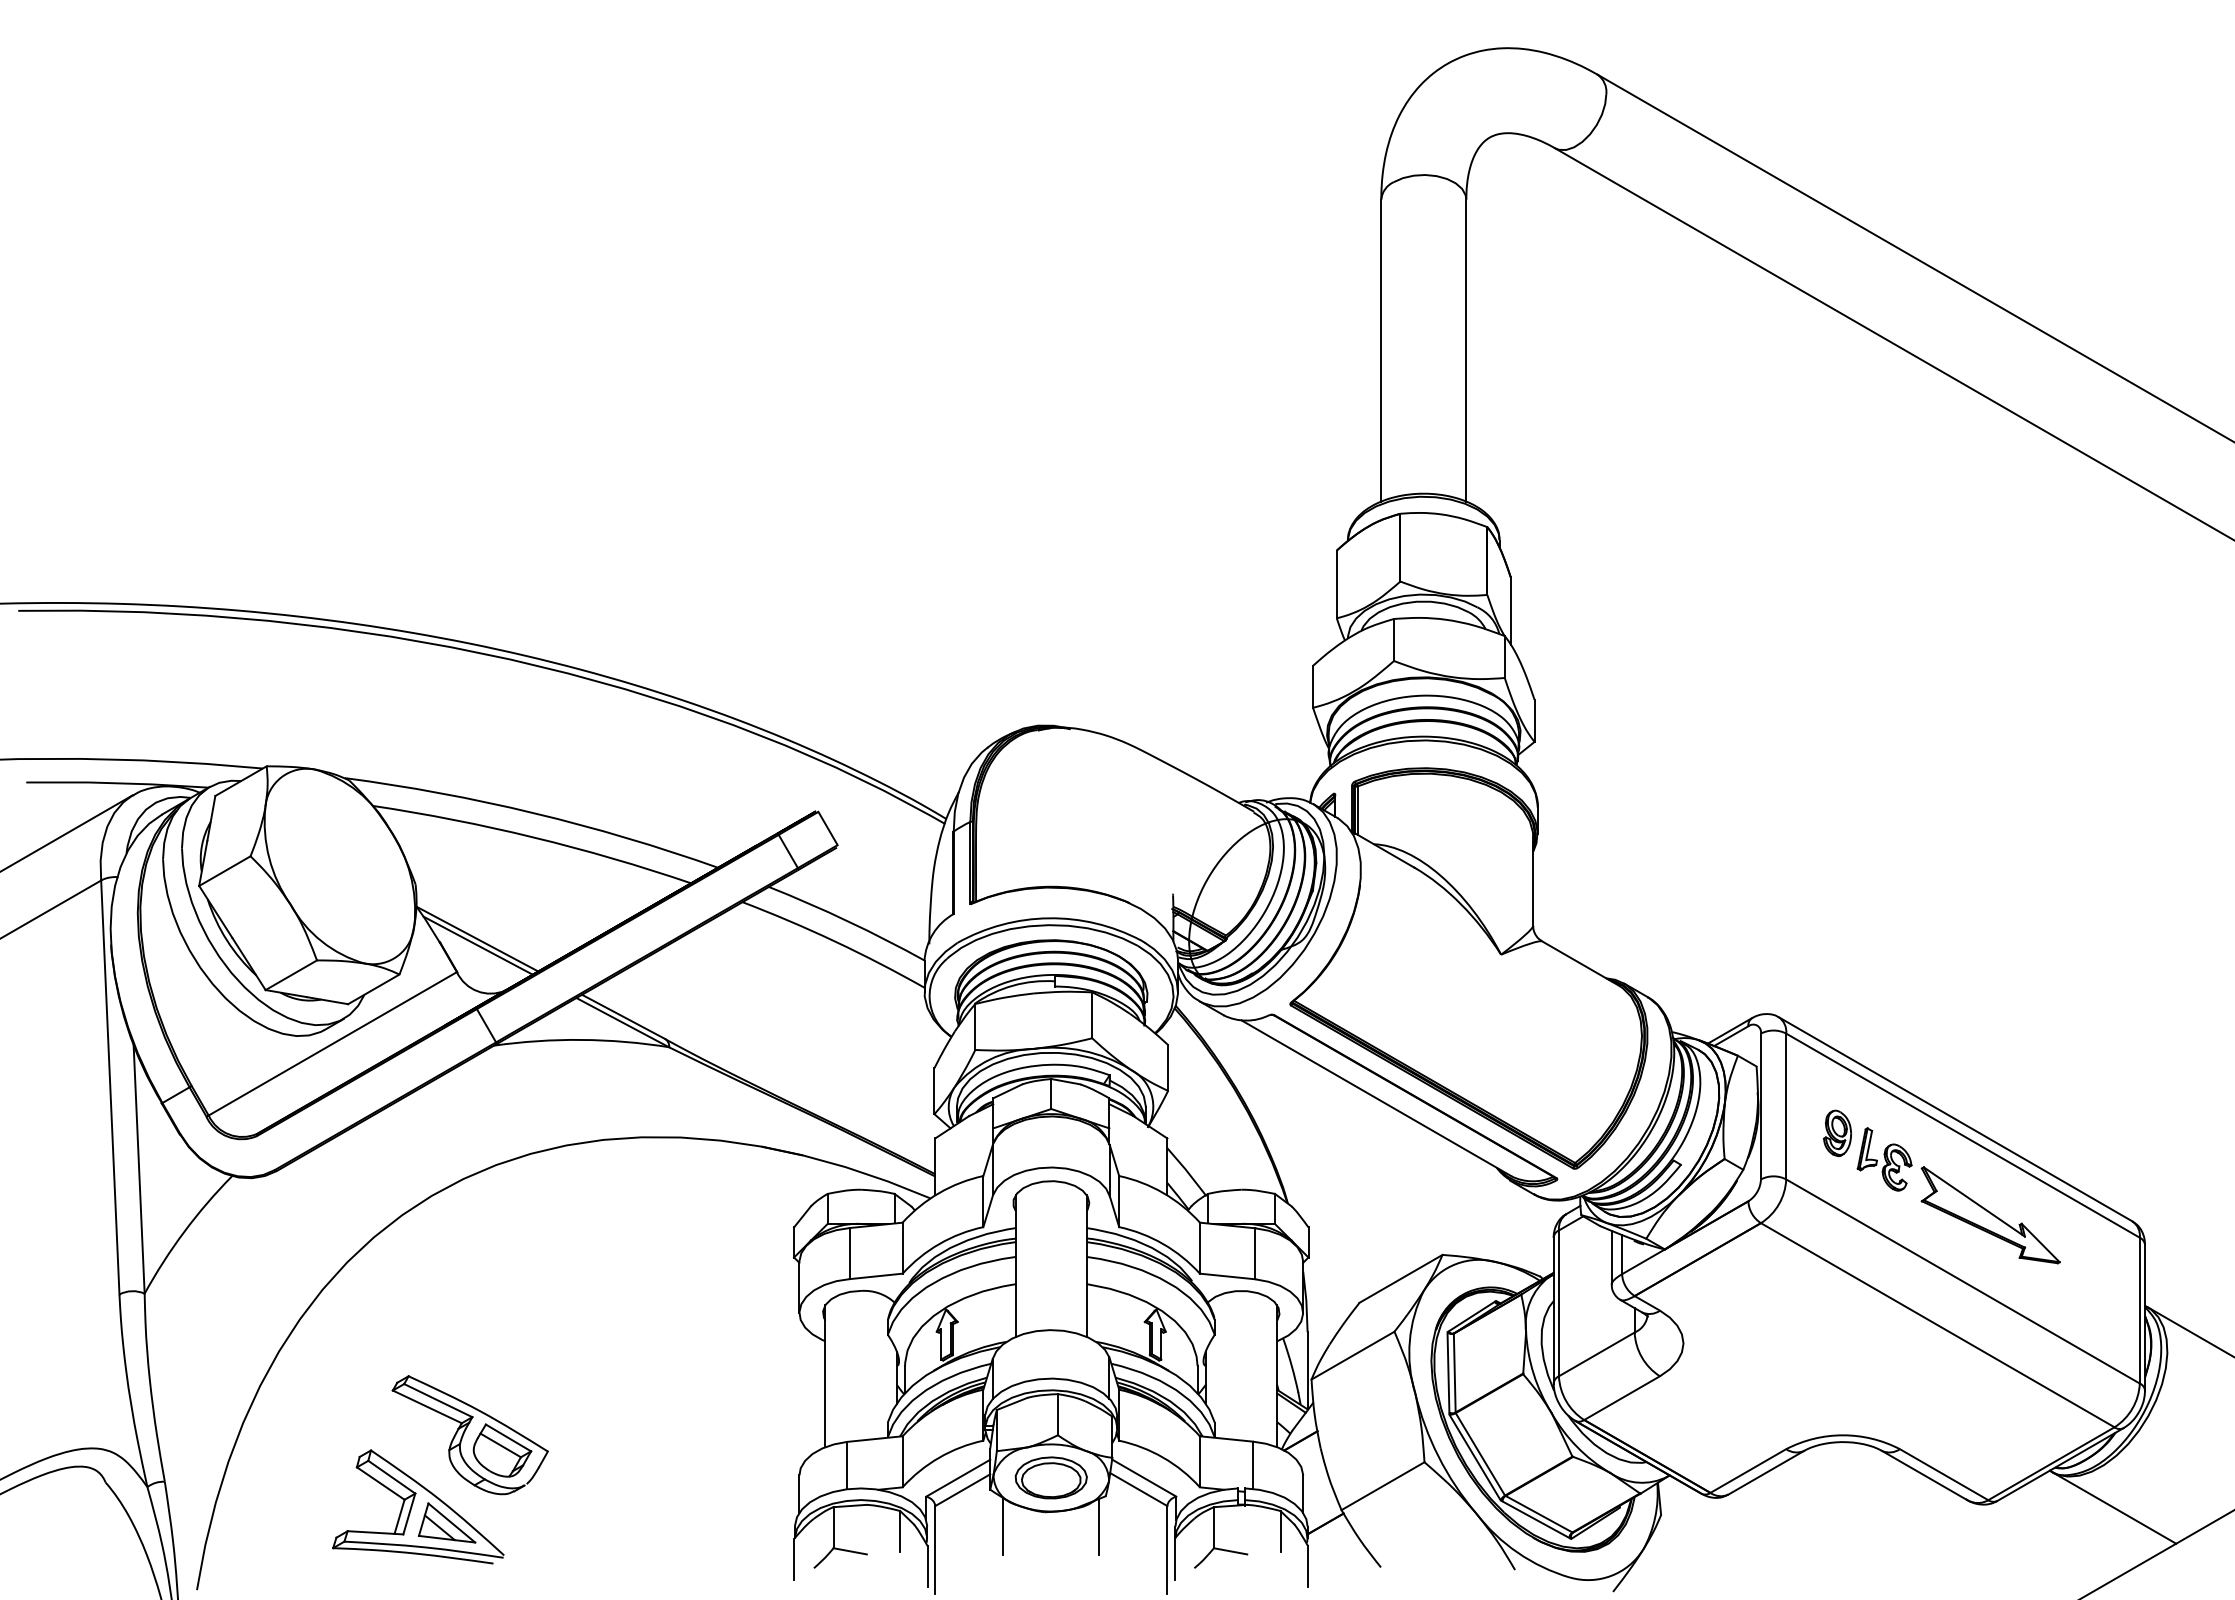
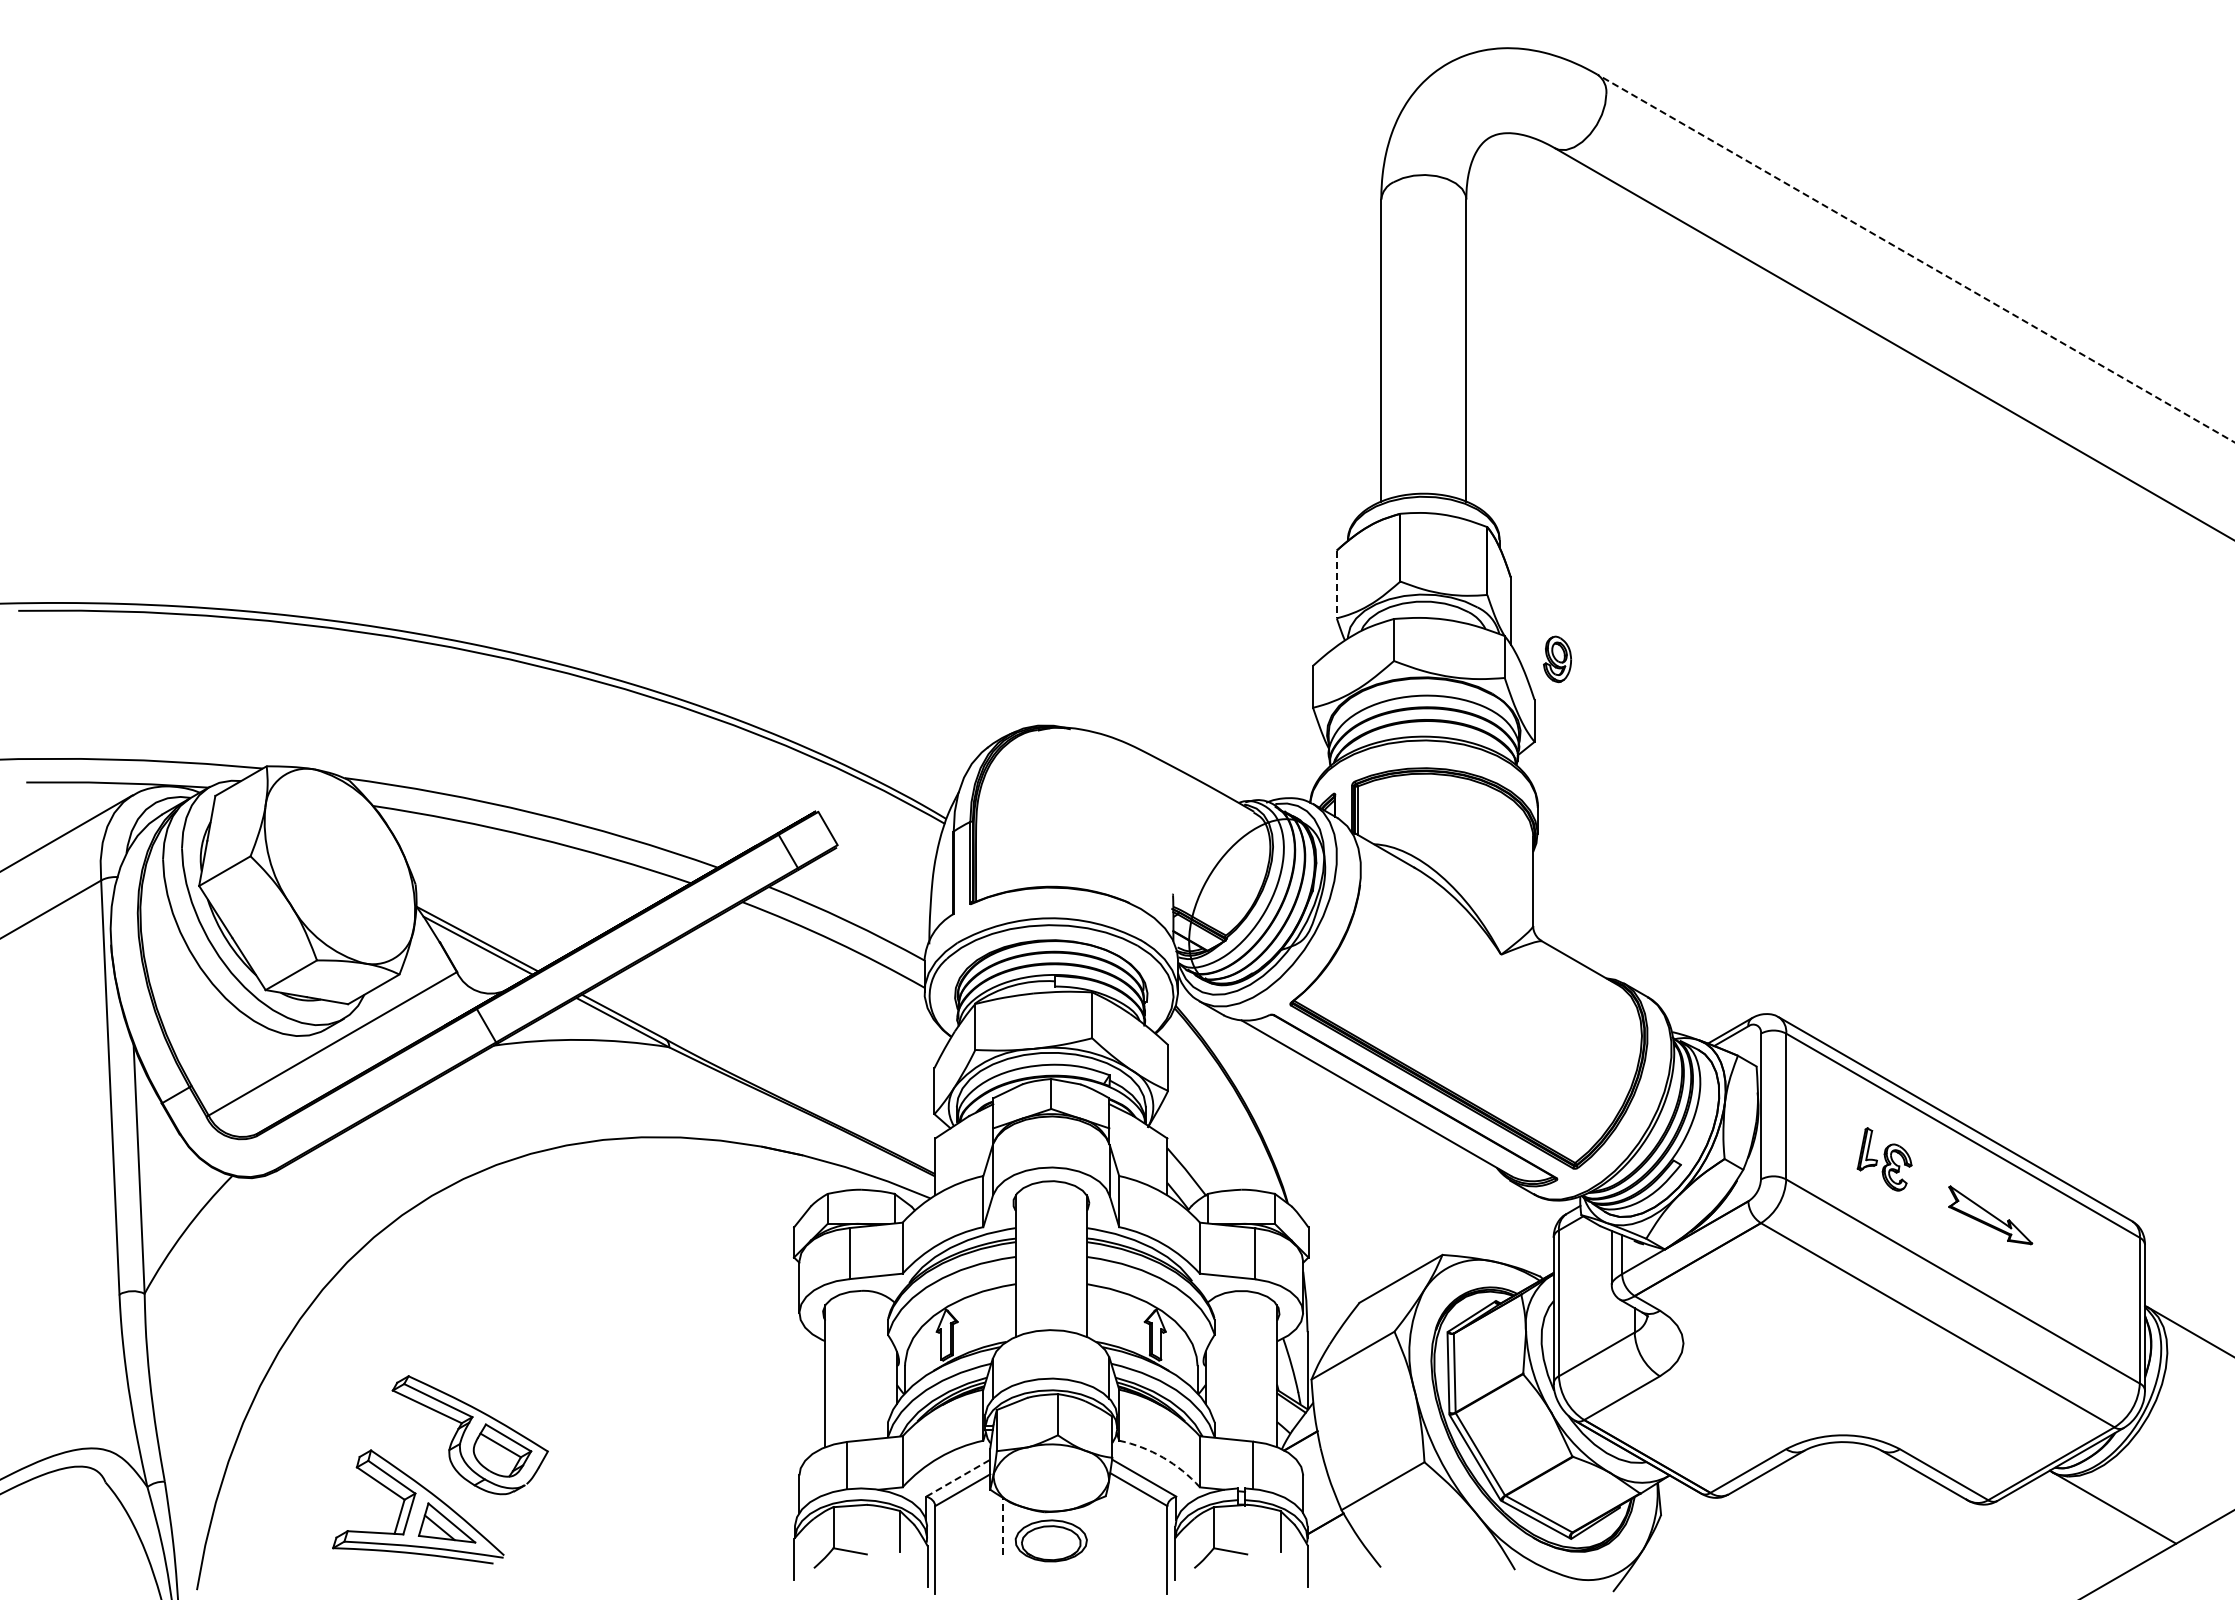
line at (1916, 258): solid -> dashed
line at (1336, 584): solid -> dashed
part at (1837, 1133) position: (1837, 1133) -> (1557, 659)
part at (1990, 1215) size: 141x99 px -> 86x61 px
arc at (1163, 1457): solid -> dashed
part at (1050, 1477) position: (1050, 1477) -> (1050, 1540)
line at (958, 1478): solid -> dashed
line at (1003, 1526): solid -> dashed
line at (1099, 1526): present -> none
